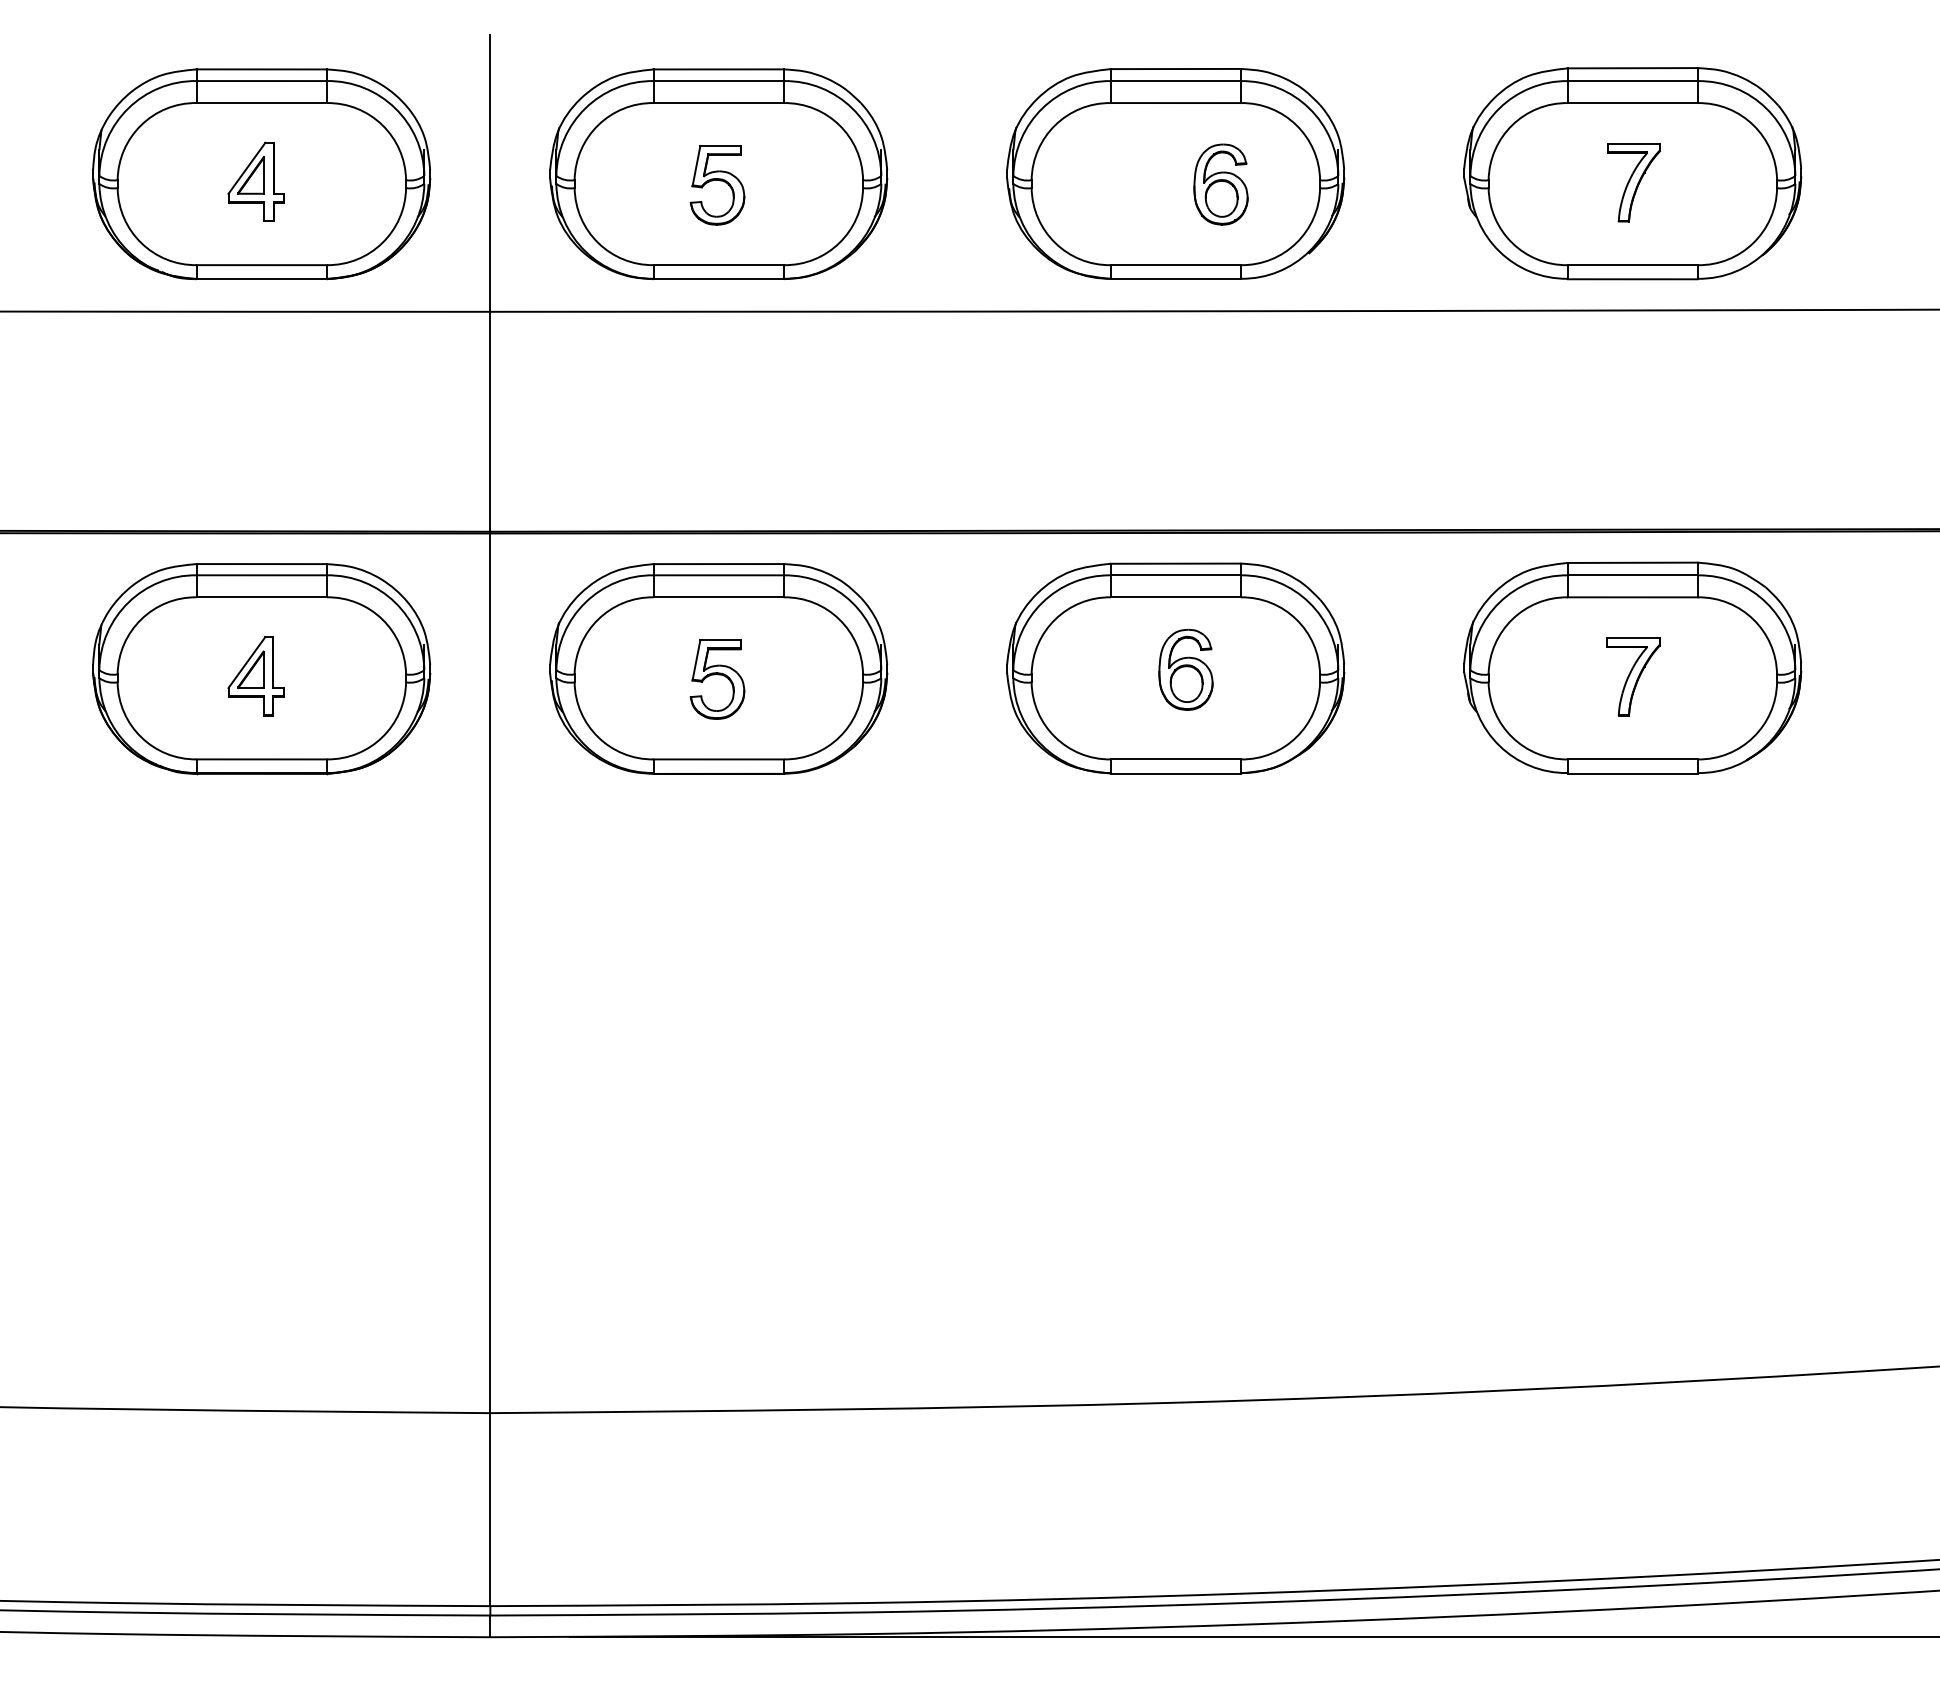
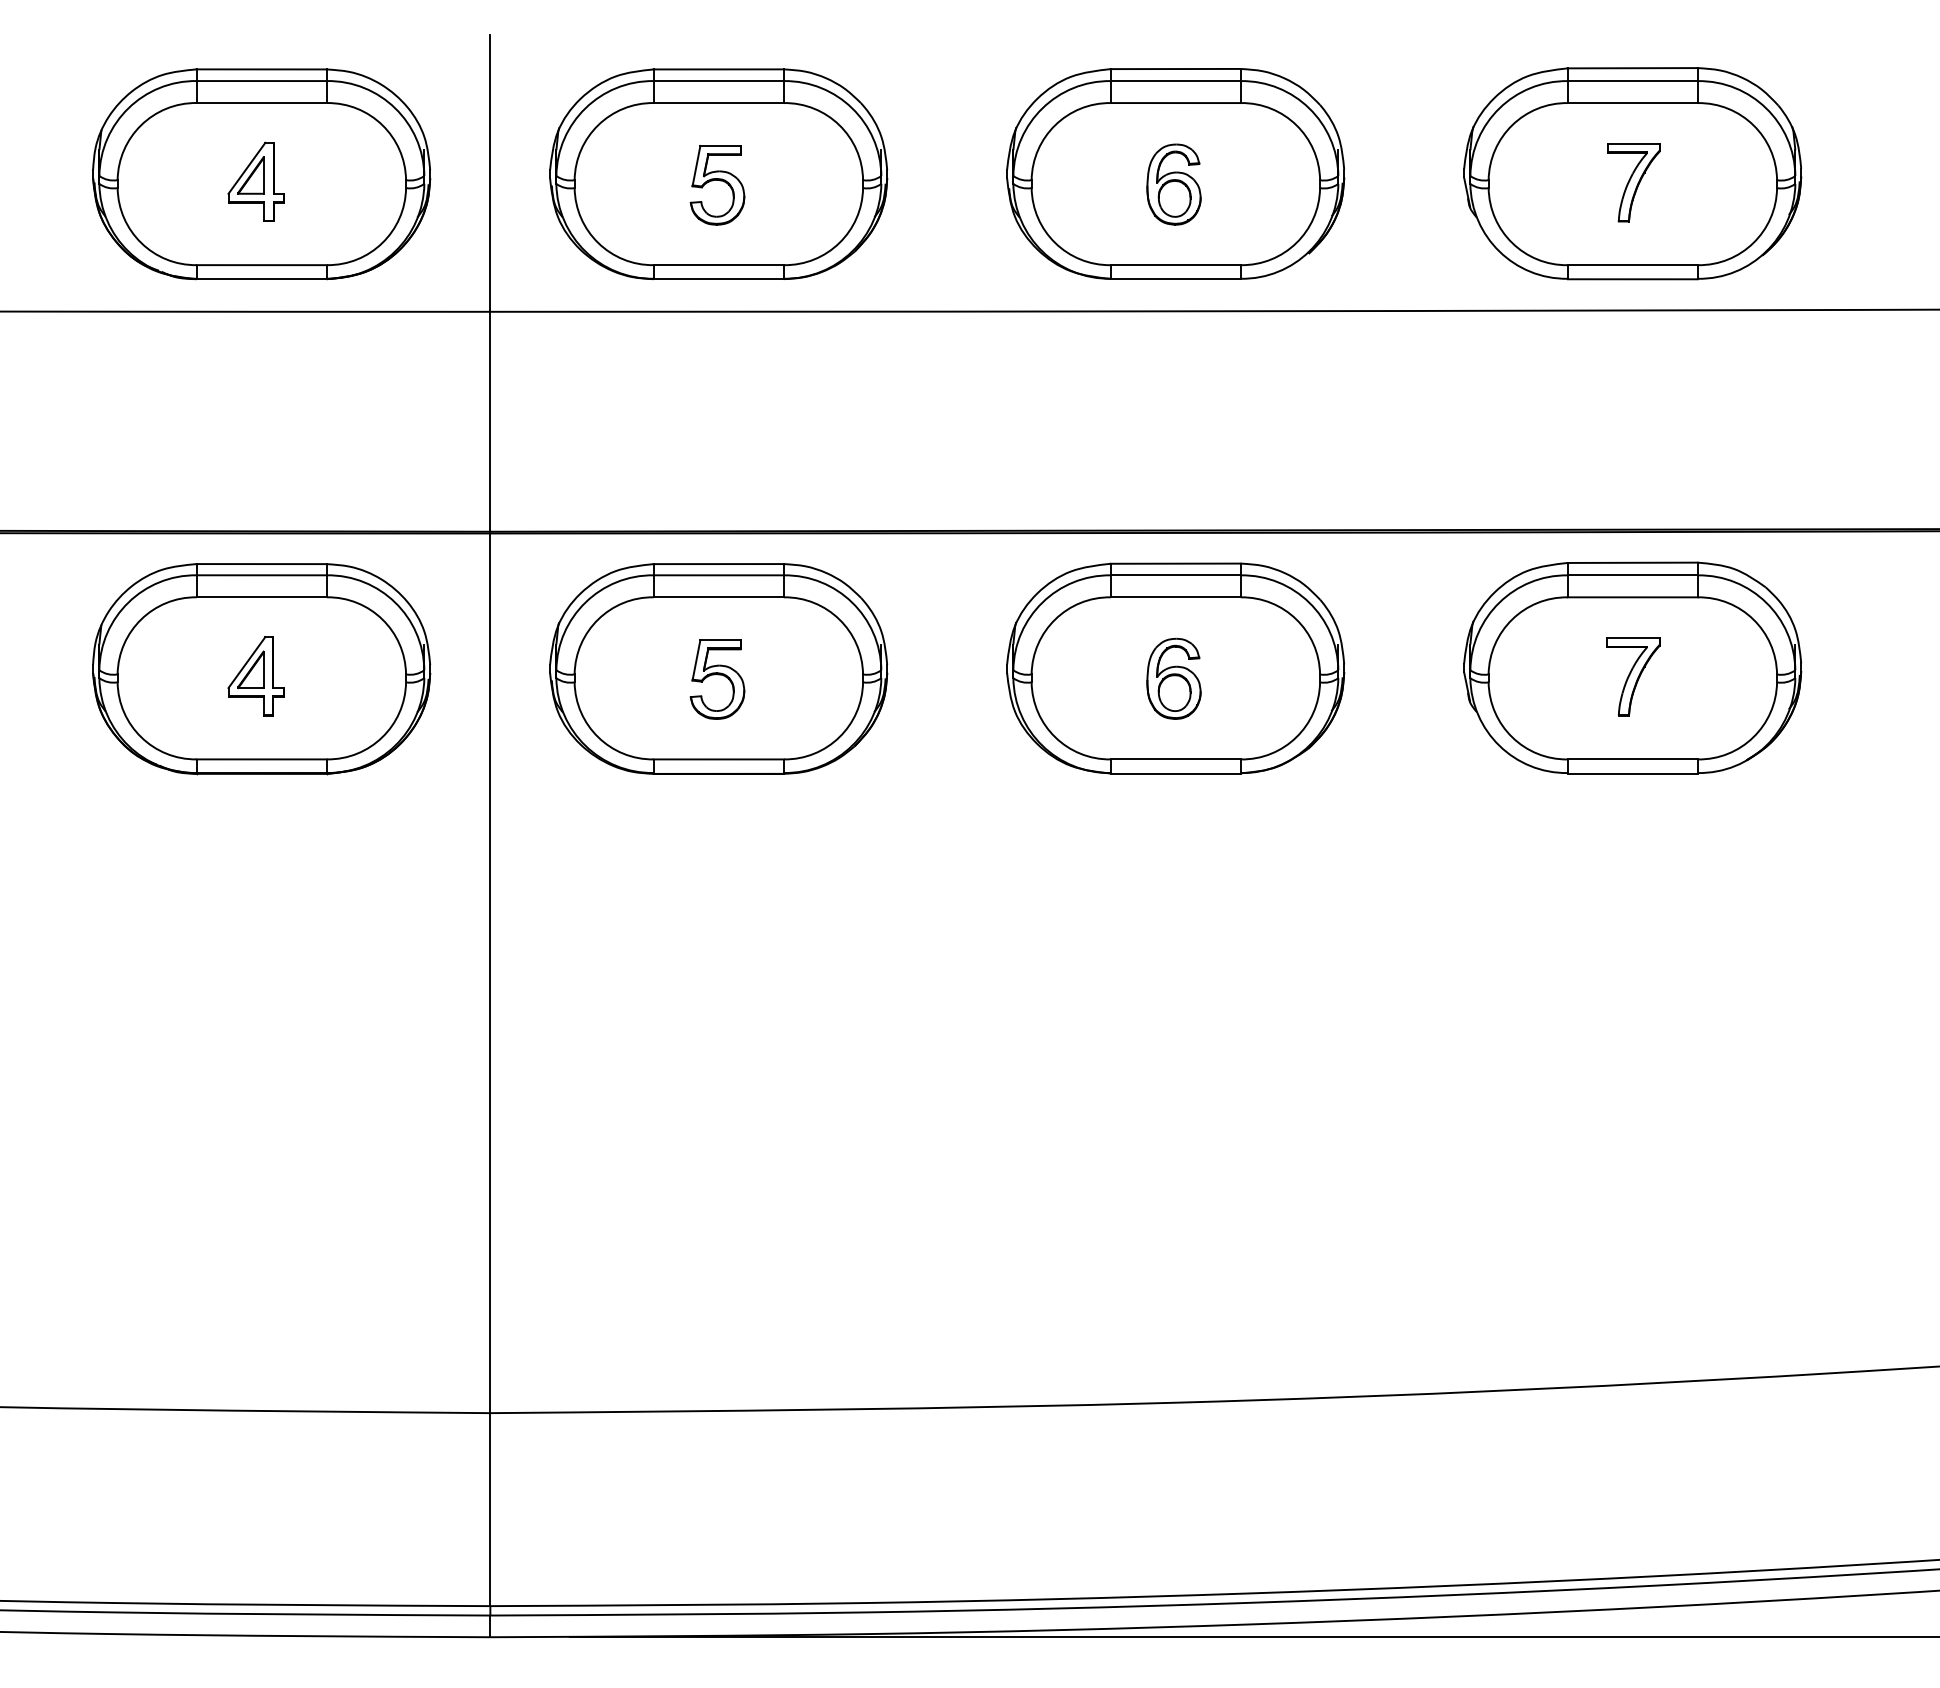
part at (1220, 184) position: (1220, 184) -> (1173, 184)
part at (1185, 669) position: (1185, 669) -> (1173, 678)
